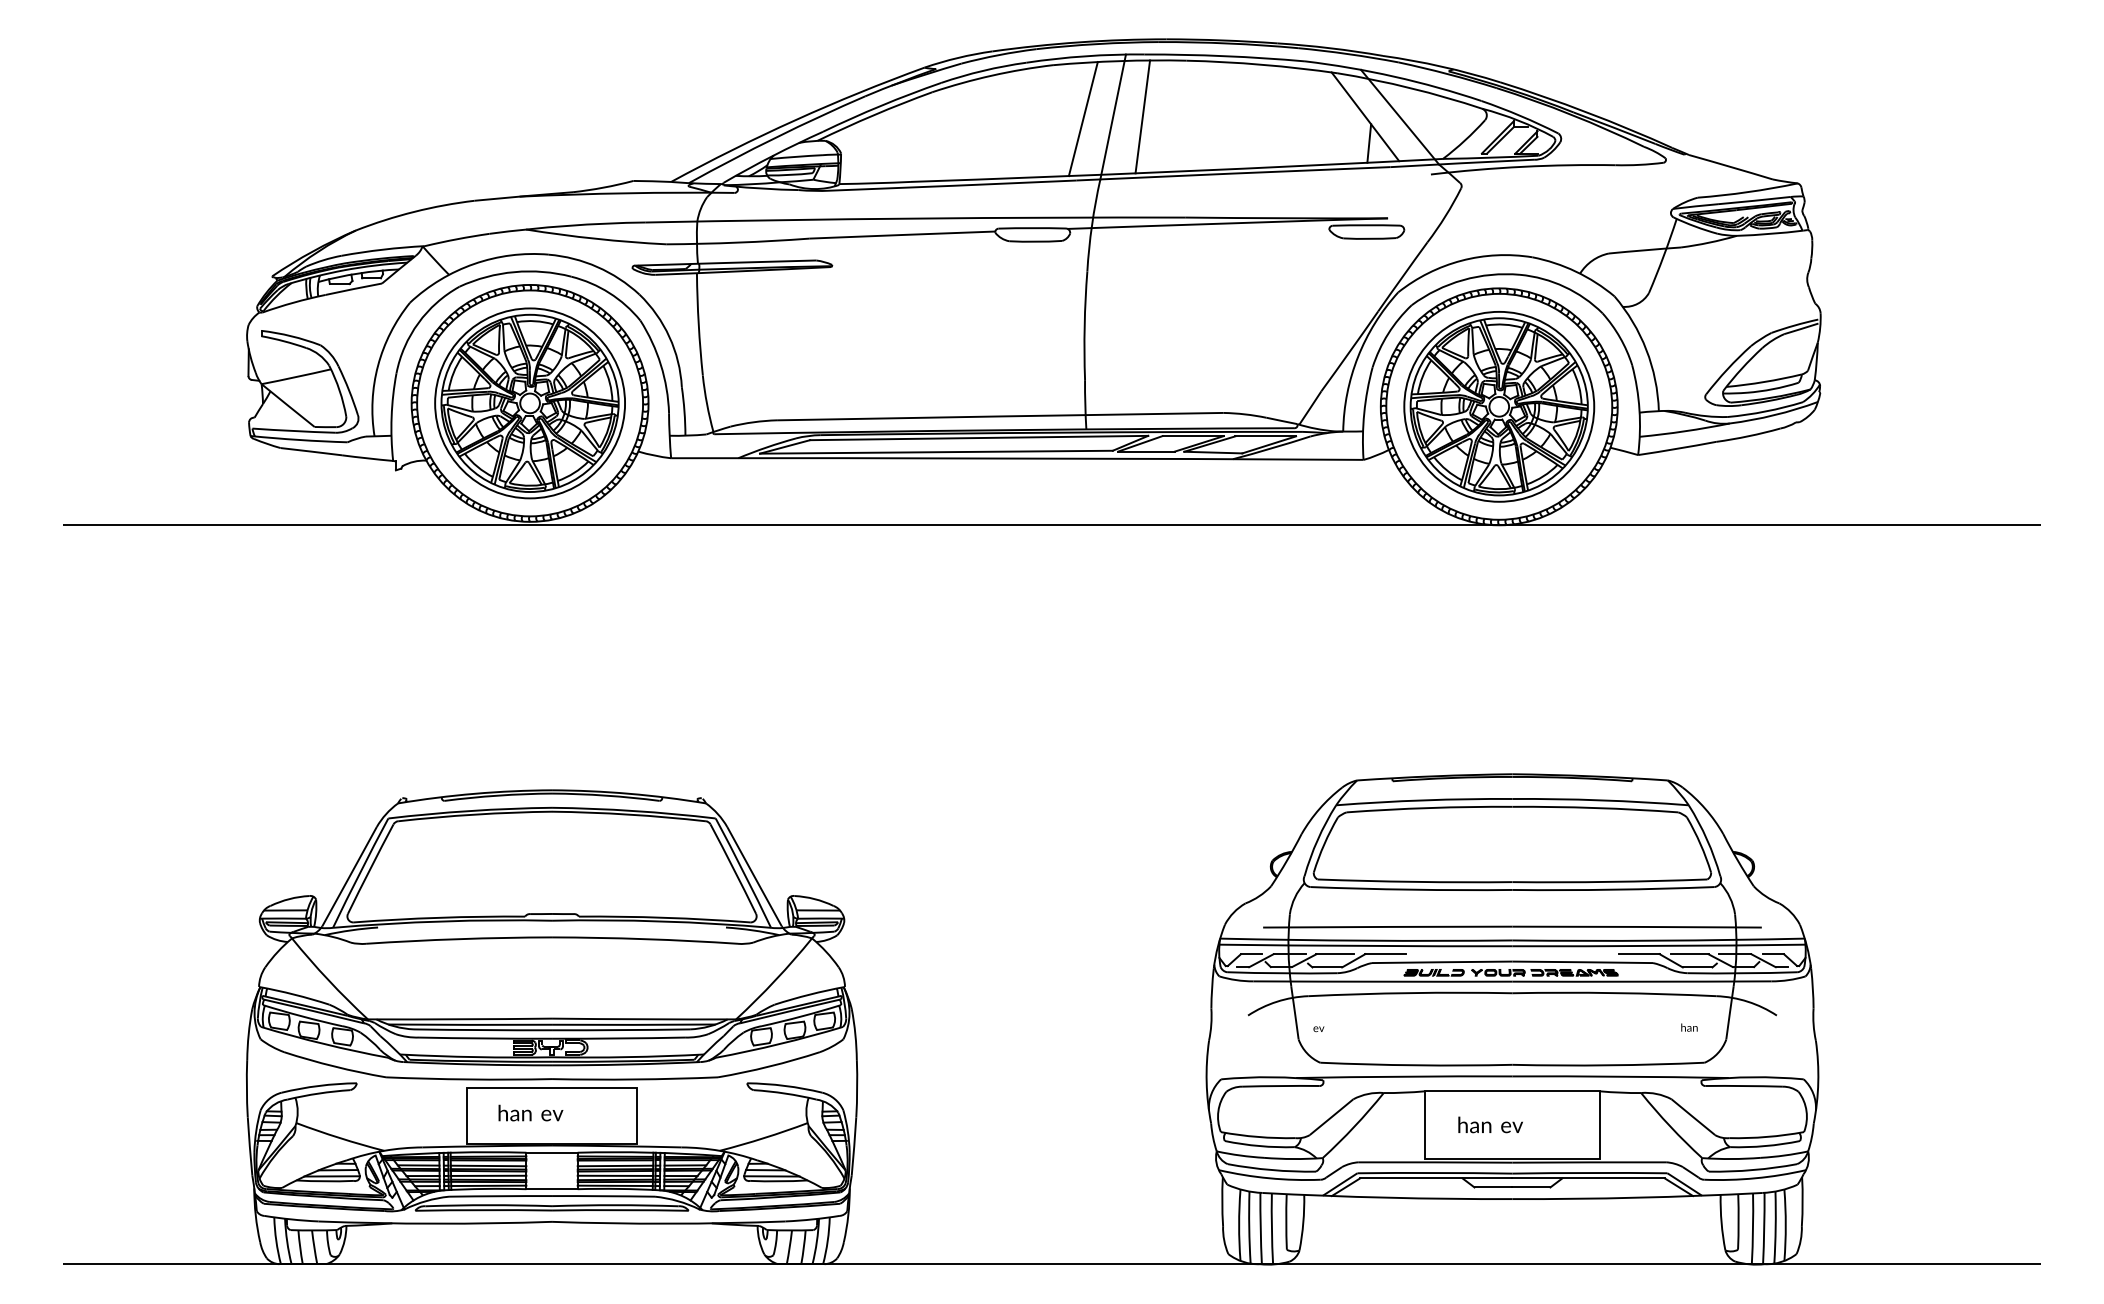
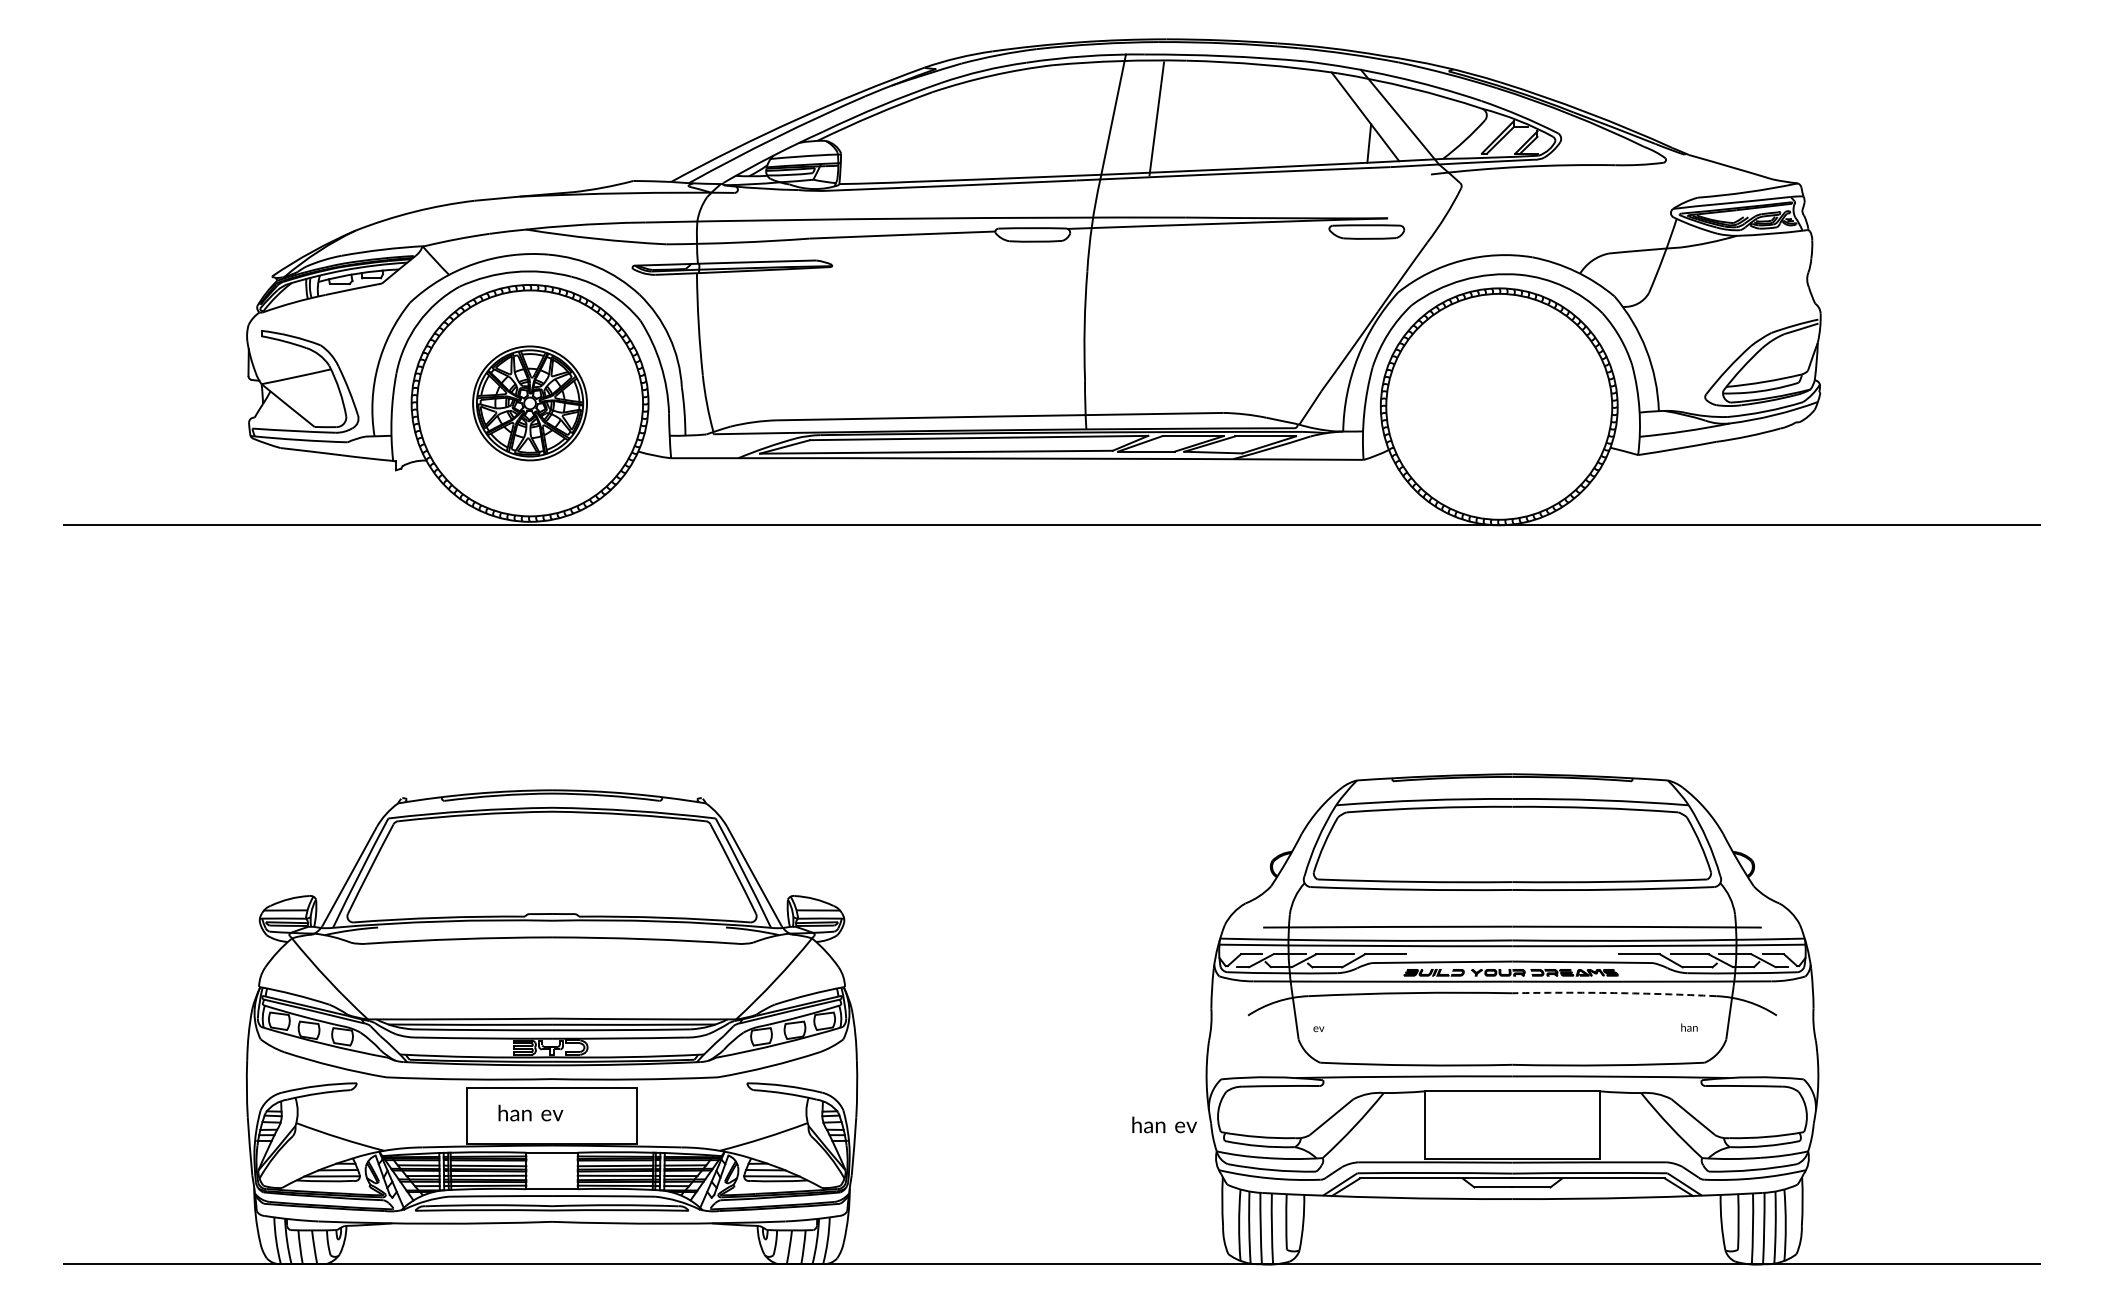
line at (1142, 116) position: (1142, 116) -> (1156, 118)
line at (1082, 119): present -> none
part at (529, 403) size: 192x193 px -> 116x117 px
part at (1499, 406): present -> none
arc at (1614, 993): solid -> dashed
text at (1490, 1124) position: (1490, 1124) -> (1164, 1124)
